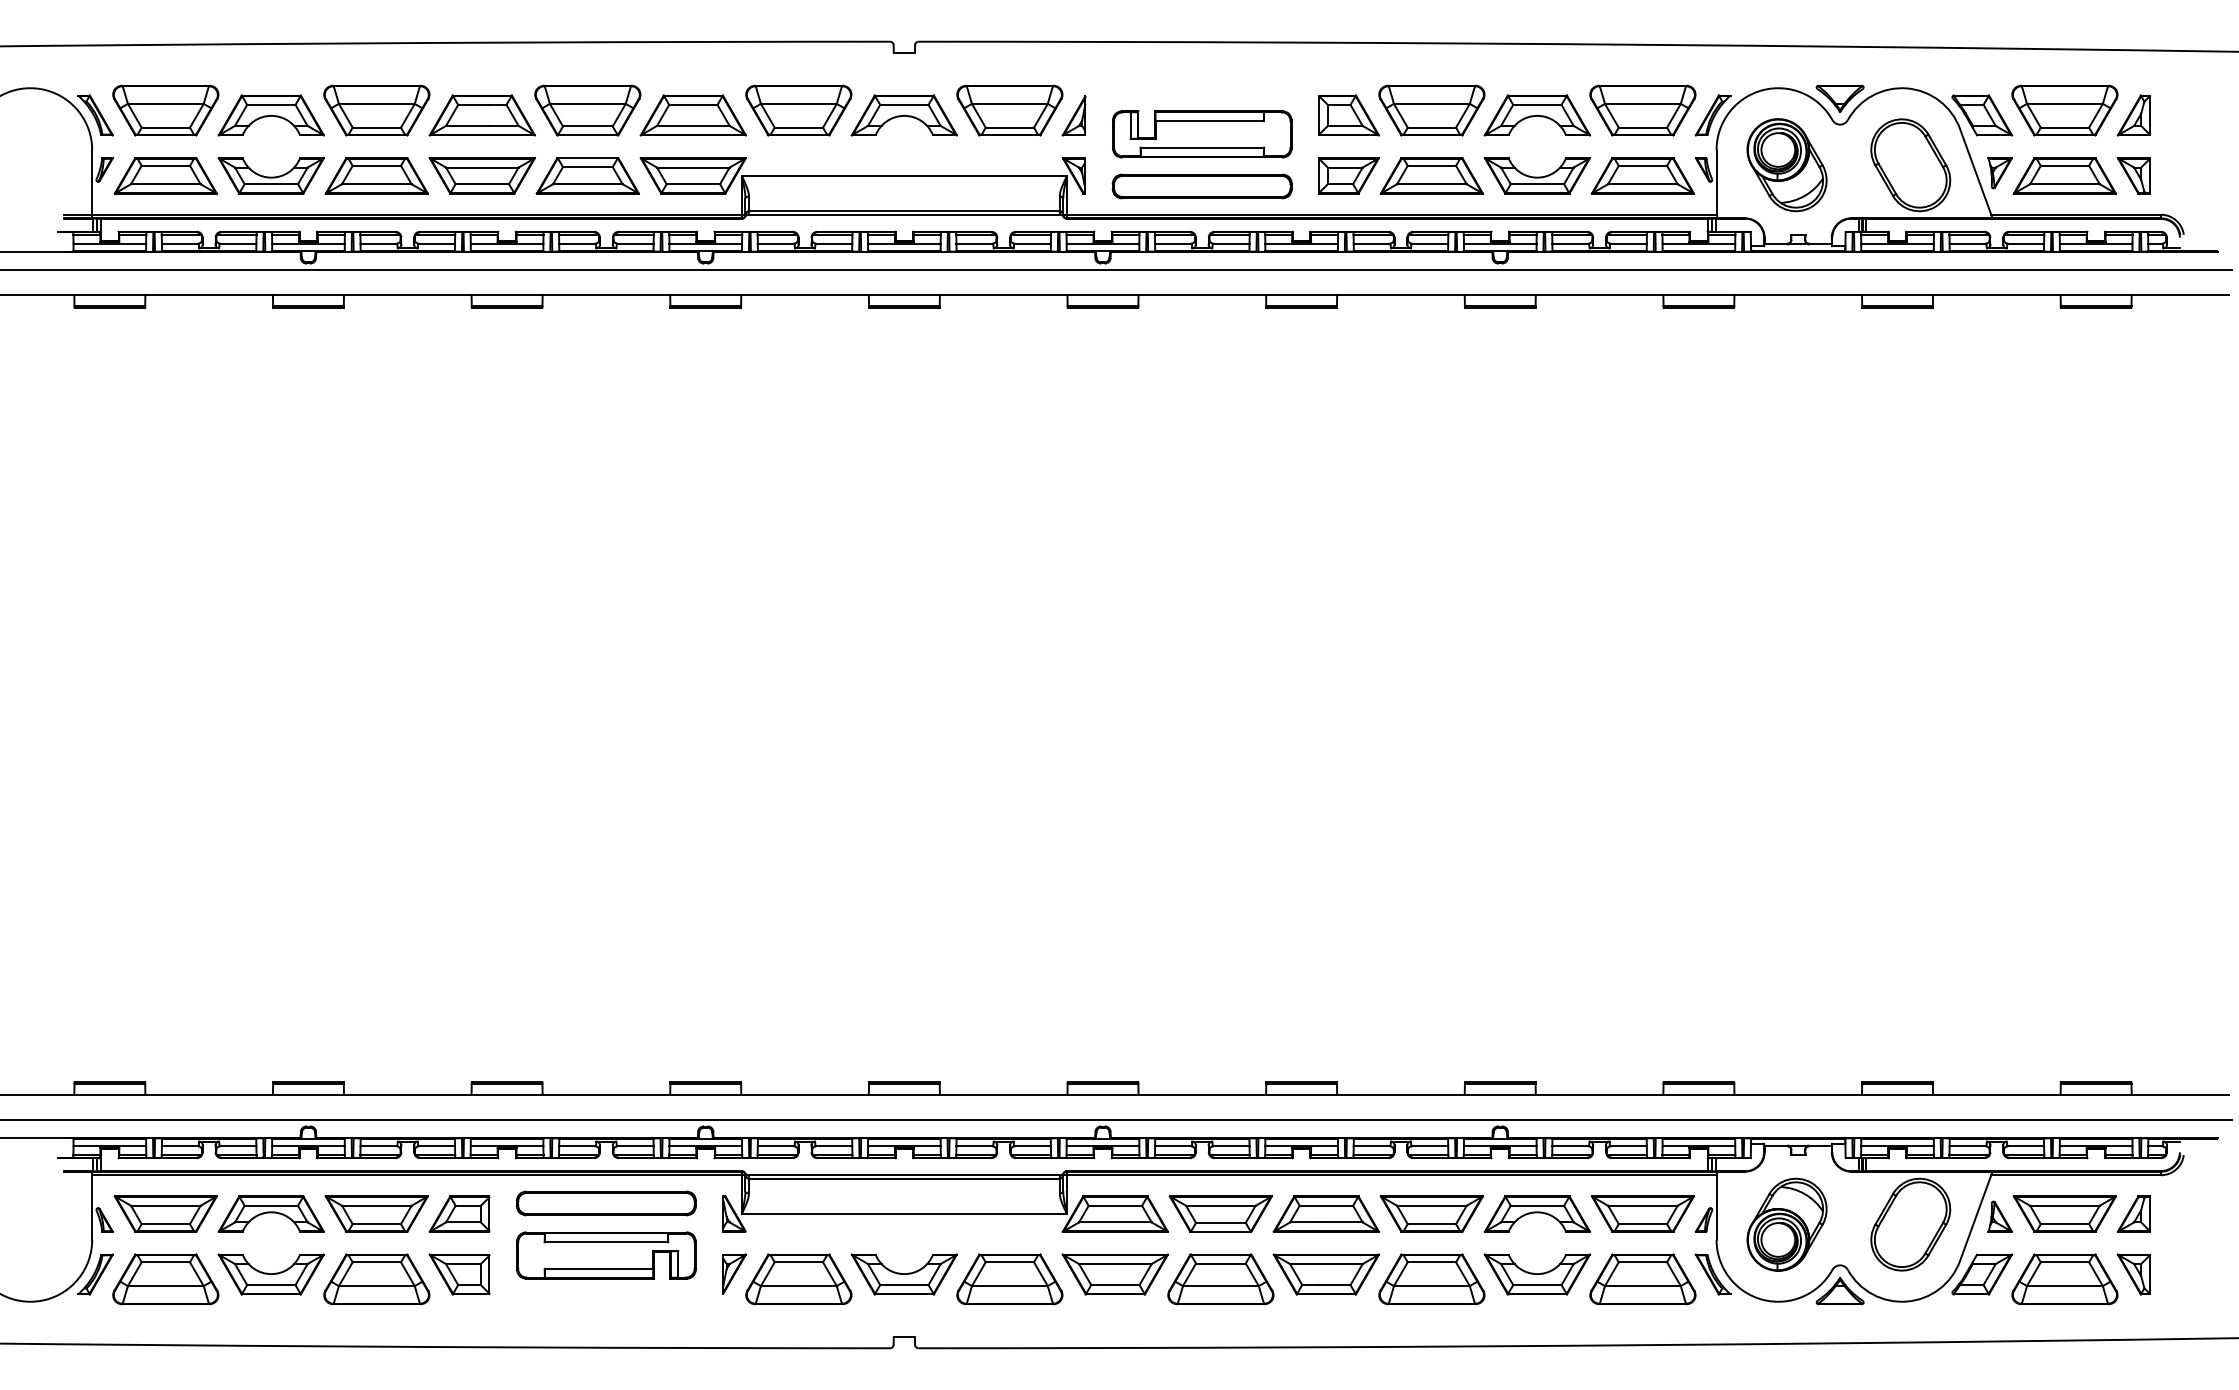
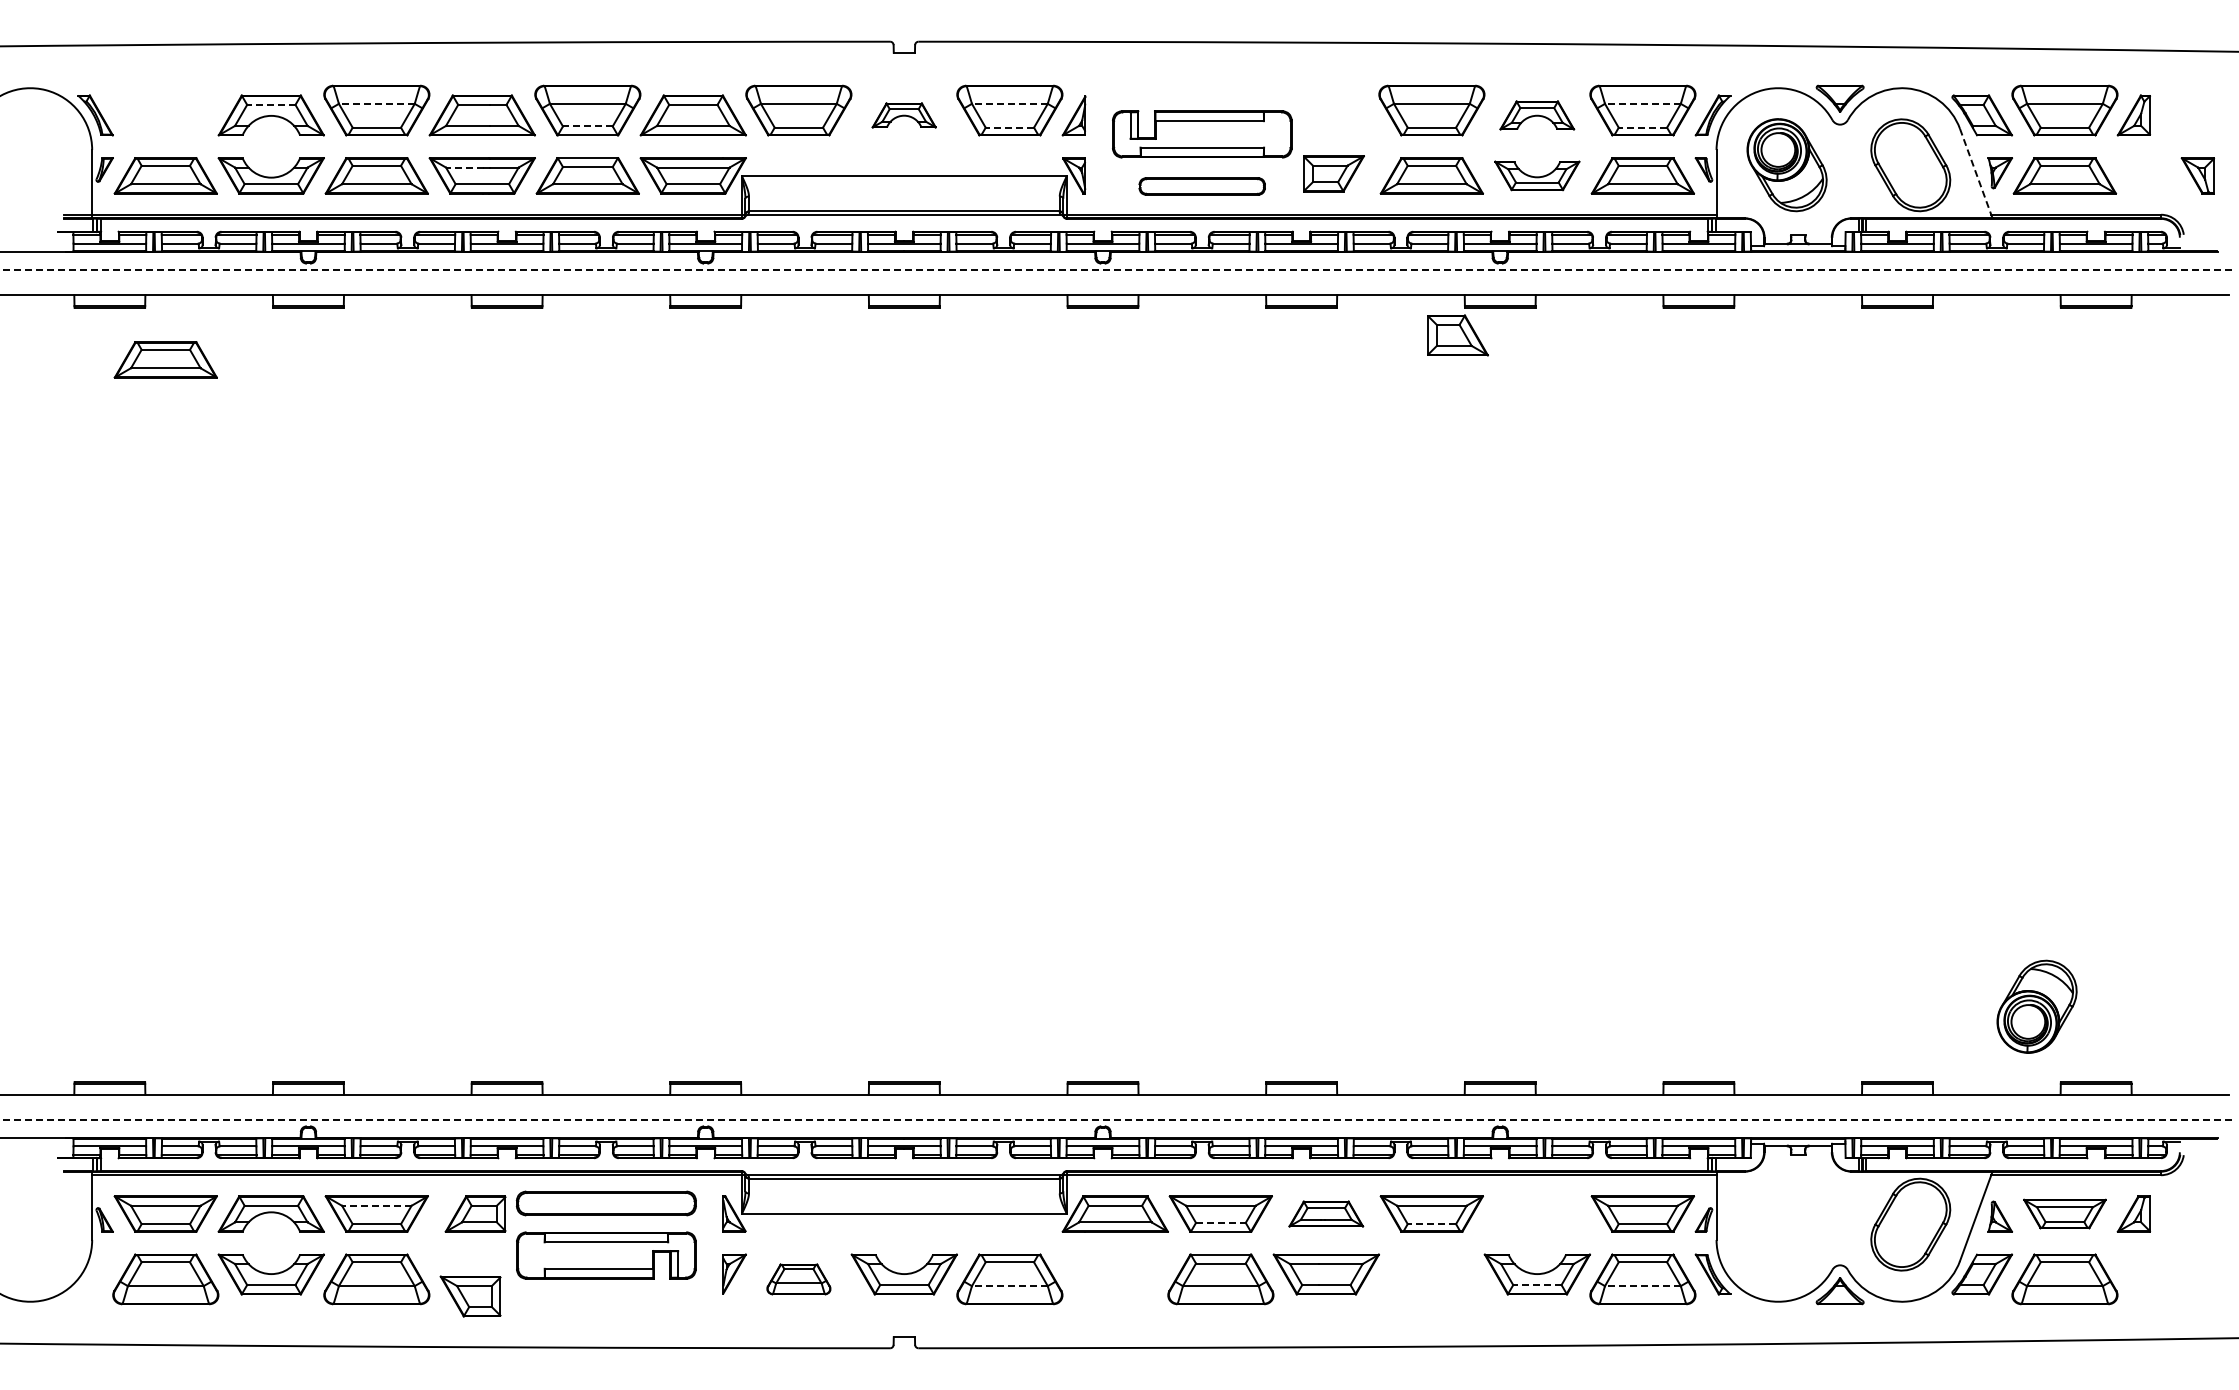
line at (376, 103): solid -> dashed
line at (1009, 103): solid -> dashed
line at (1642, 103): solid -> dashed
line at (270, 104): solid -> dashed
part at (165, 110): present -> none
part at (903, 115) size: 108x43 px -> 66x27 px
part at (1348, 115) position: (1348, 115) -> (1457, 335)
part at (1536, 115) size: 108x43 px -> 77x31 px
line at (587, 126): solid -> dashed
line at (1009, 127): solid -> dashed
line at (1642, 127): solid -> dashed
line at (464, 167): solid -> dashed
line at (1976, 173): solid -> dashed
part at (1348, 175) position: (1348, 175) -> (1333, 173)
part at (1536, 175) size: 108x38 px -> 87x32 px
part at (2133, 175) position: (2133, 175) -> (2197, 175)
part at (1201, 186) size: 182x27 px -> 128x19 px
line at (1116, 270): solid -> dashed
part at (165, 359): none -> present
line at (1116, 1119): solid -> dashed
line at (376, 1205): solid -> dashed
part at (459, 1213) position: (459, 1213) -> (475, 1213)
part at (1325, 1213) size: 108x38 px -> 77x28 px
part at (1536, 1213): present -> none
part at (2064, 1213) size: 106x38 px -> 84x32 px
line at (1220, 1222): solid -> dashed
line at (1431, 1224): solid -> dashed
part at (1786, 1224) position: (1786, 1224) -> (2036, 1006)
part at (95, 1274): present -> none
part at (459, 1274) position: (459, 1274) -> (470, 1296)
part at (1114, 1274): present -> none
part at (2133, 1274): present -> none
part at (798, 1279) size: 108x53 px -> 66x33 px
part at (1431, 1279): present -> none
line at (1536, 1285): solid -> dashed
line at (1009, 1286): solid -> dashed
line at (1642, 1286): solid -> dashed
